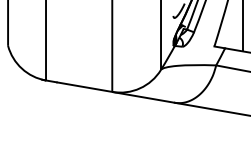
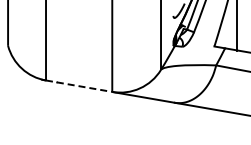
line at (243, 26) position: (243, 26) -> (237, 26)
line at (79, 86): solid -> dashed
